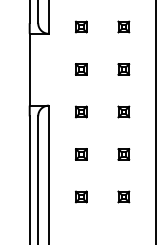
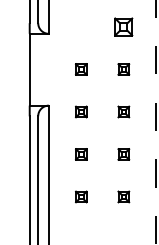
part at (81, 26): present -> none
part at (123, 26) size: 14x14 px -> 20x20 px
line at (156, 122): solid -> dashed
